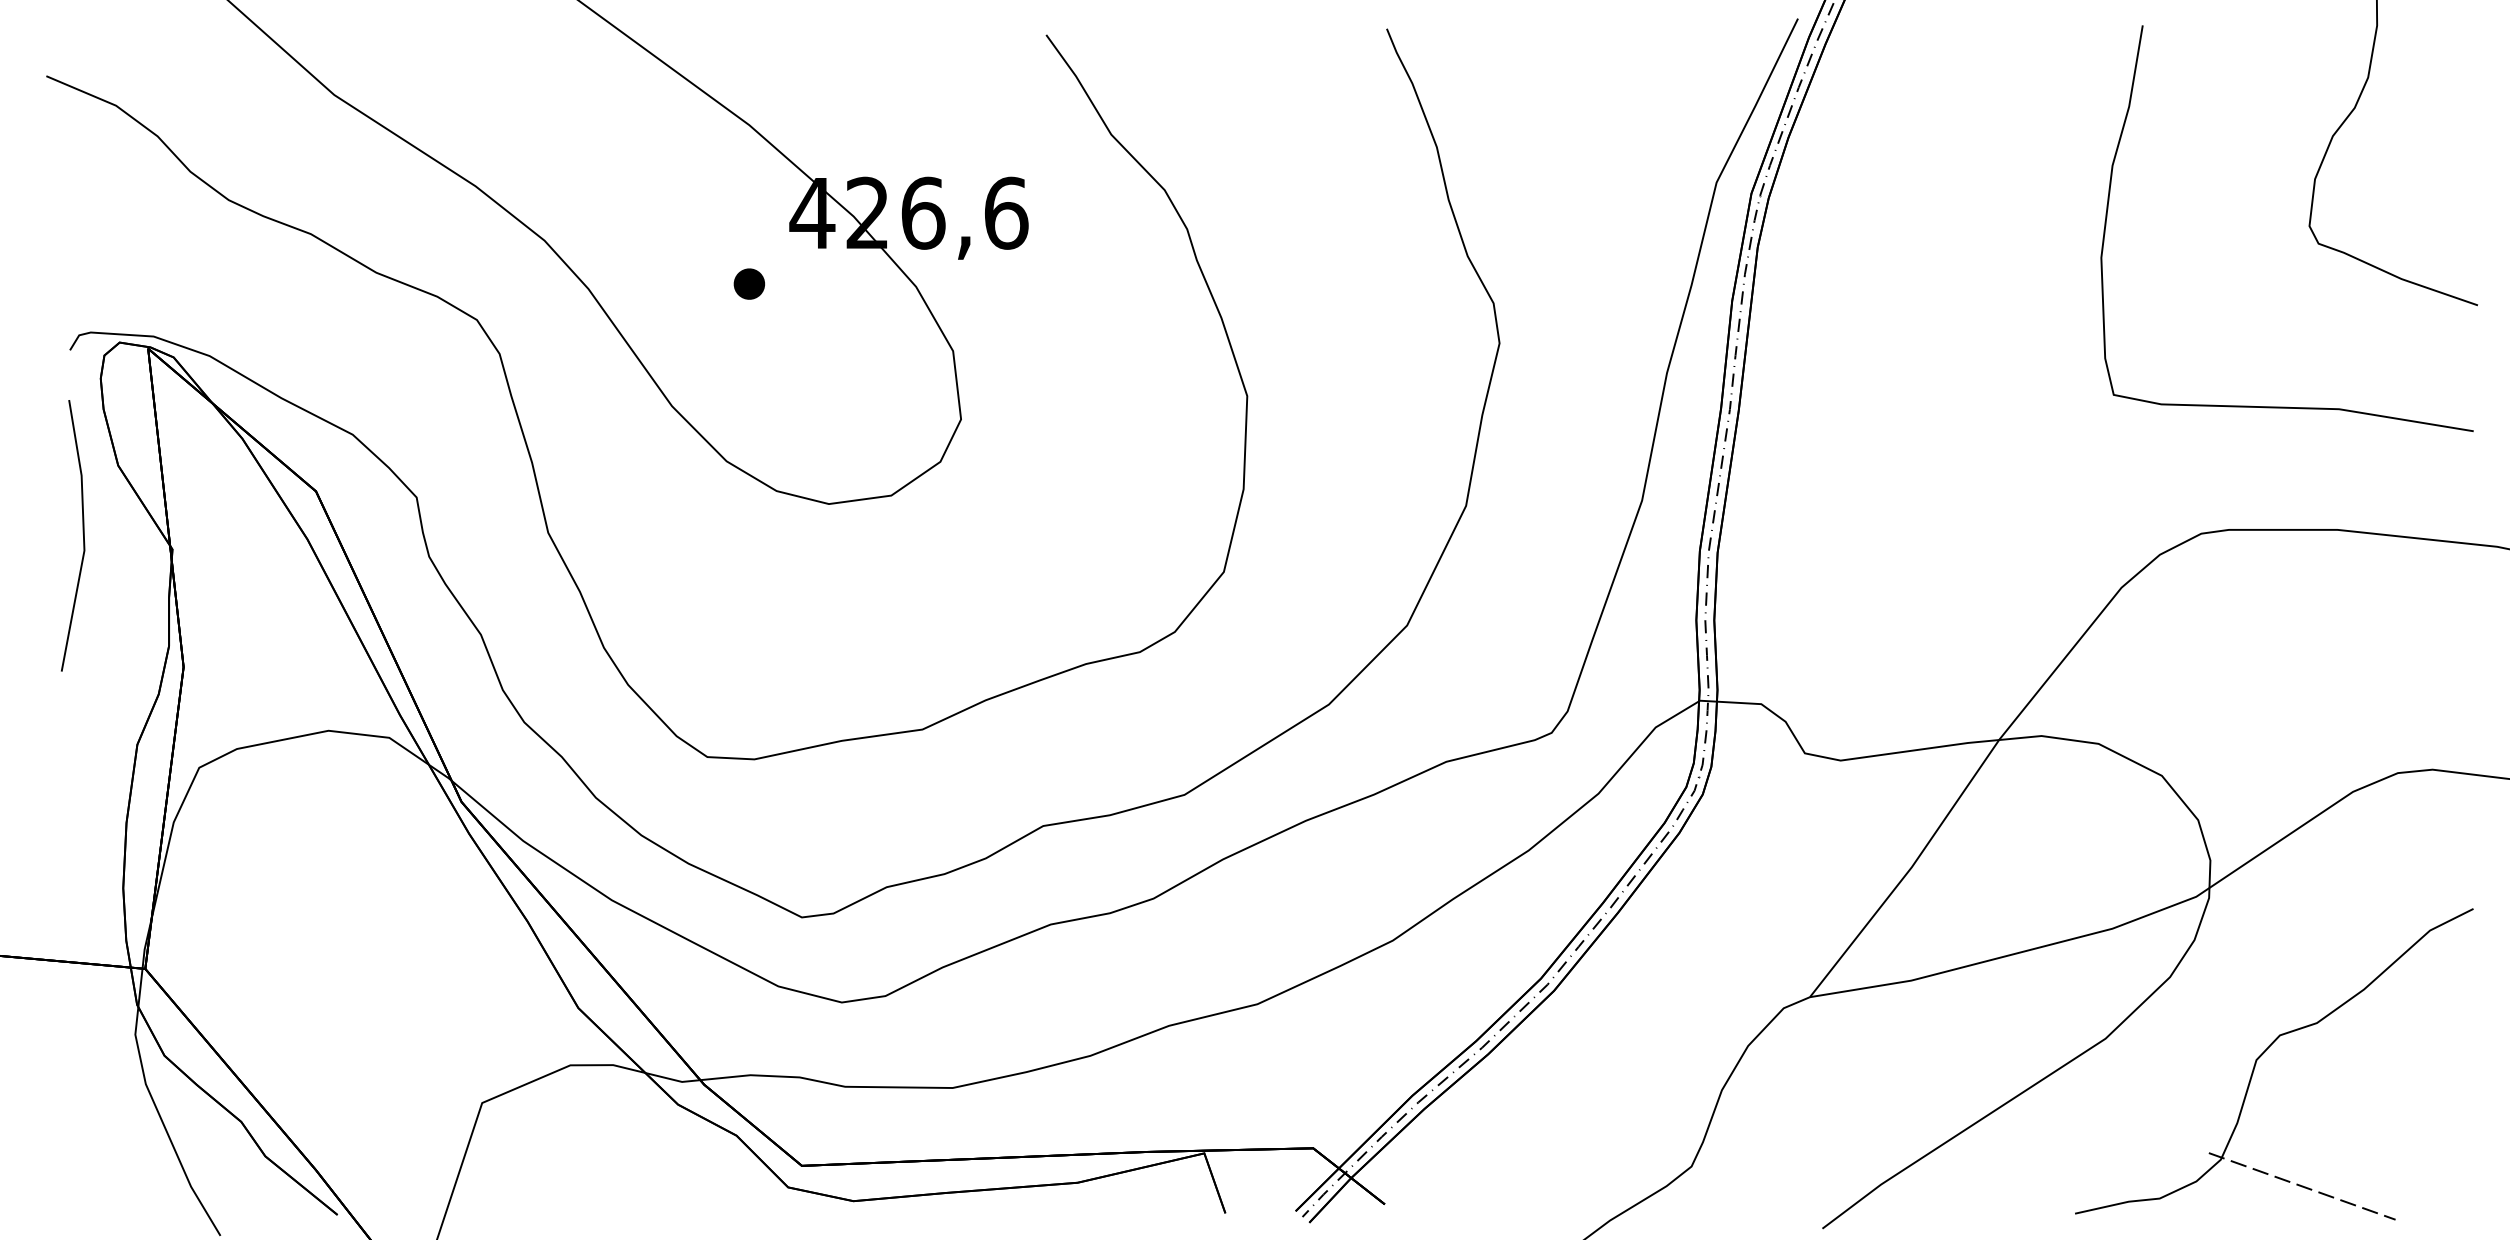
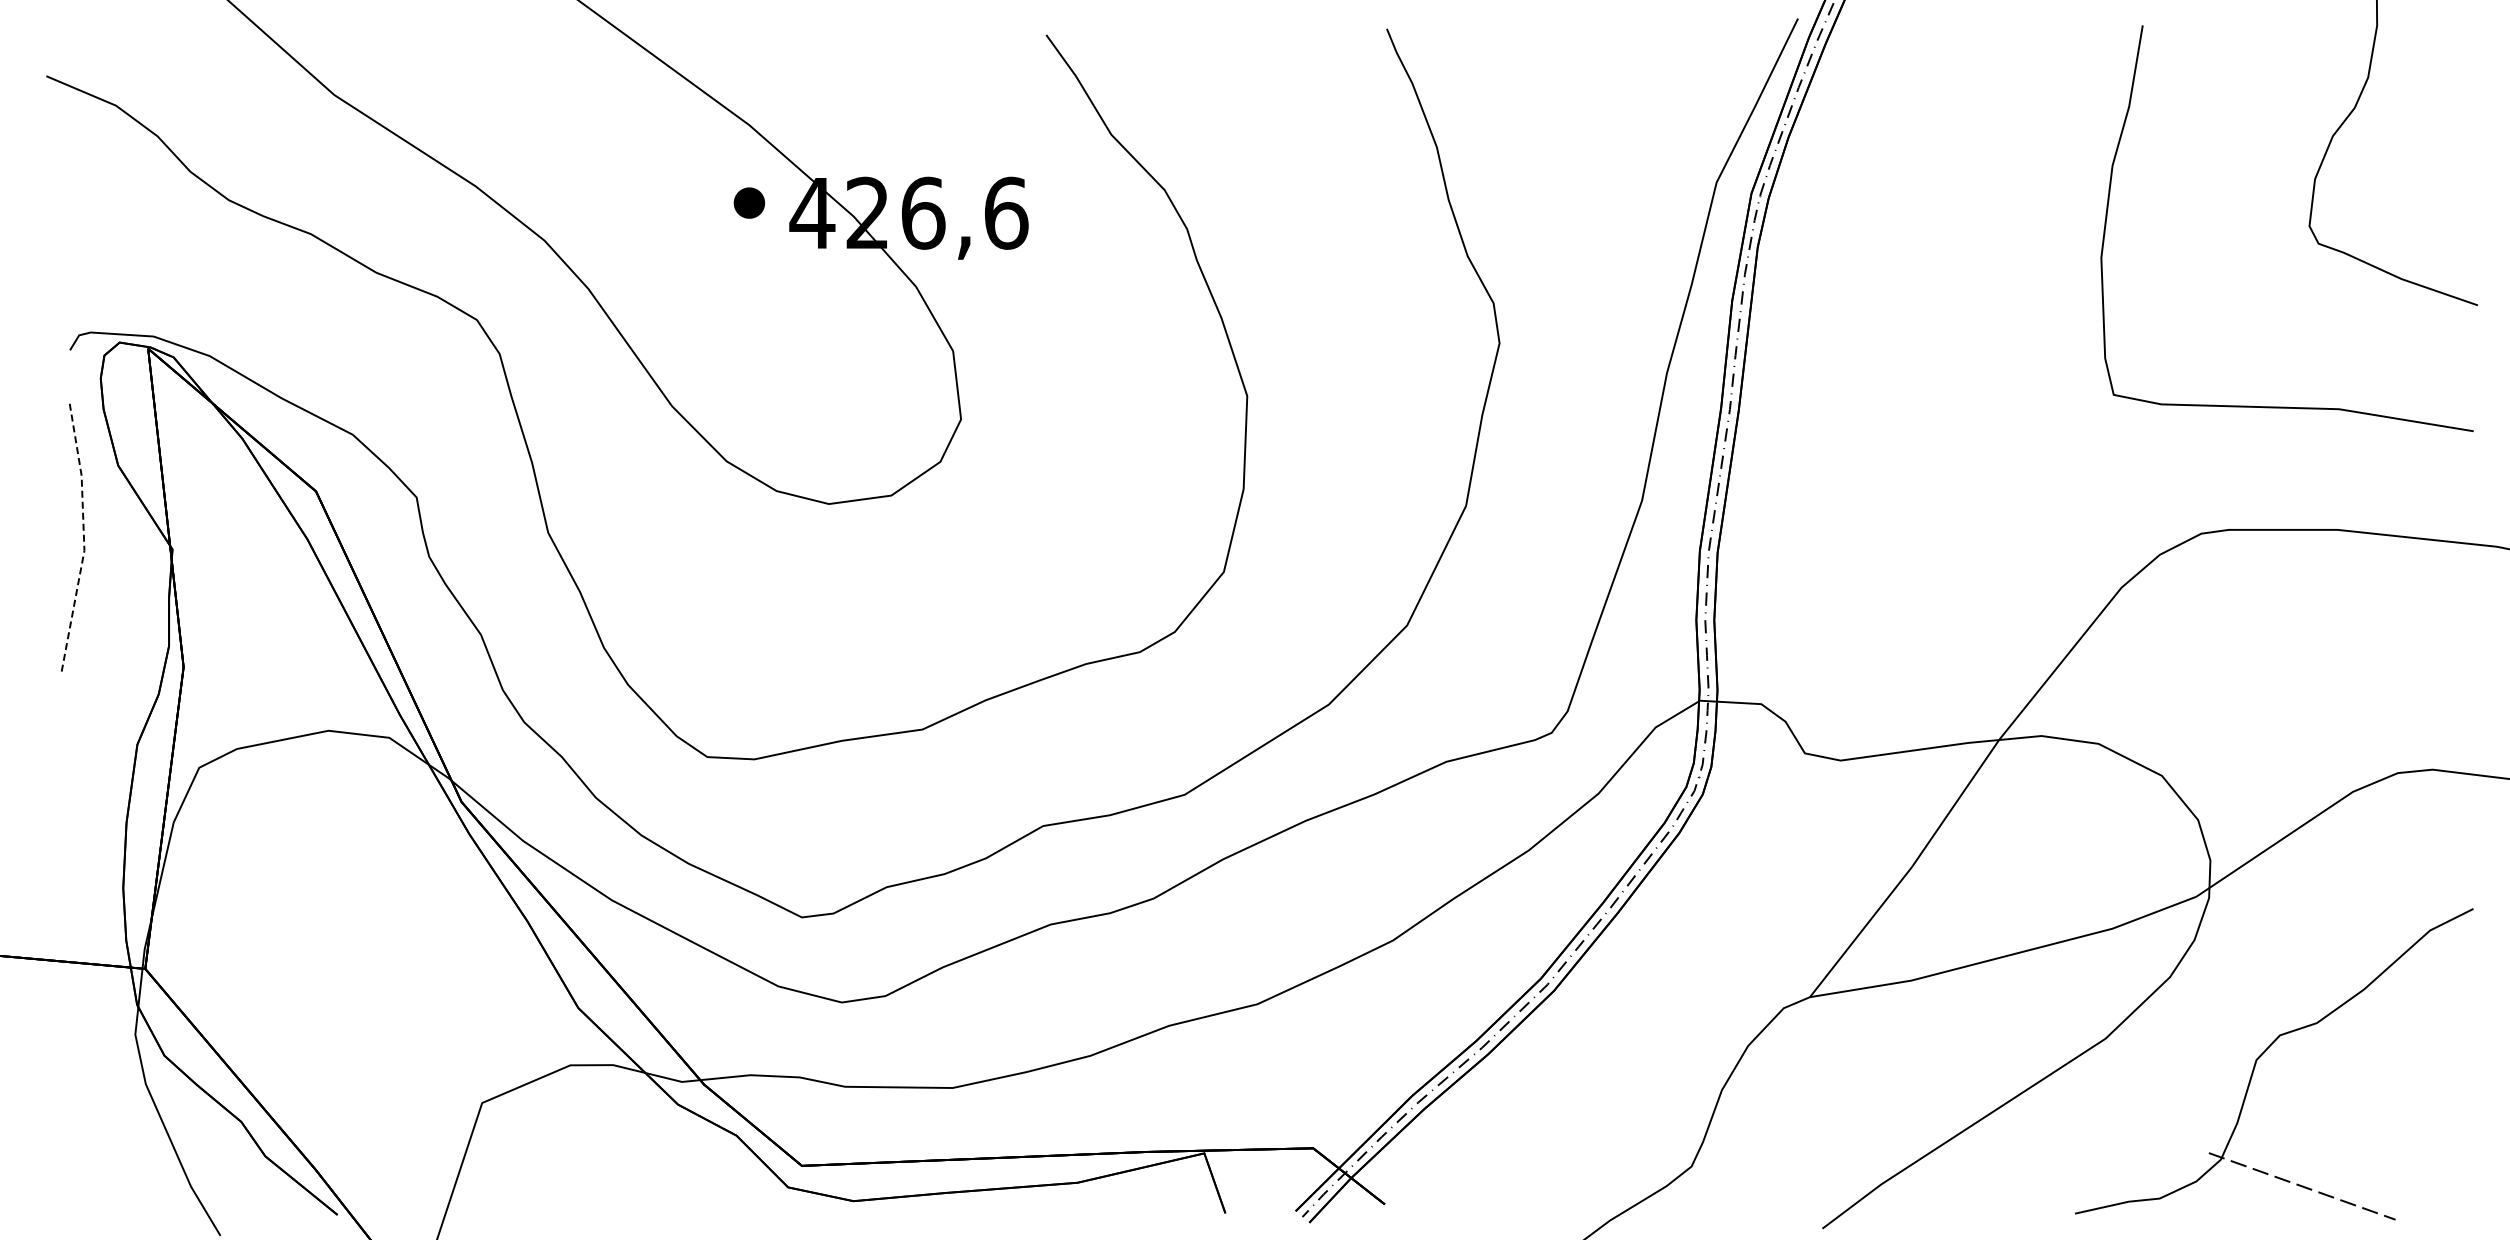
part at (748, 283) position: (748, 283) -> (748, 202)
line at (83, 535): solid -> dashed
